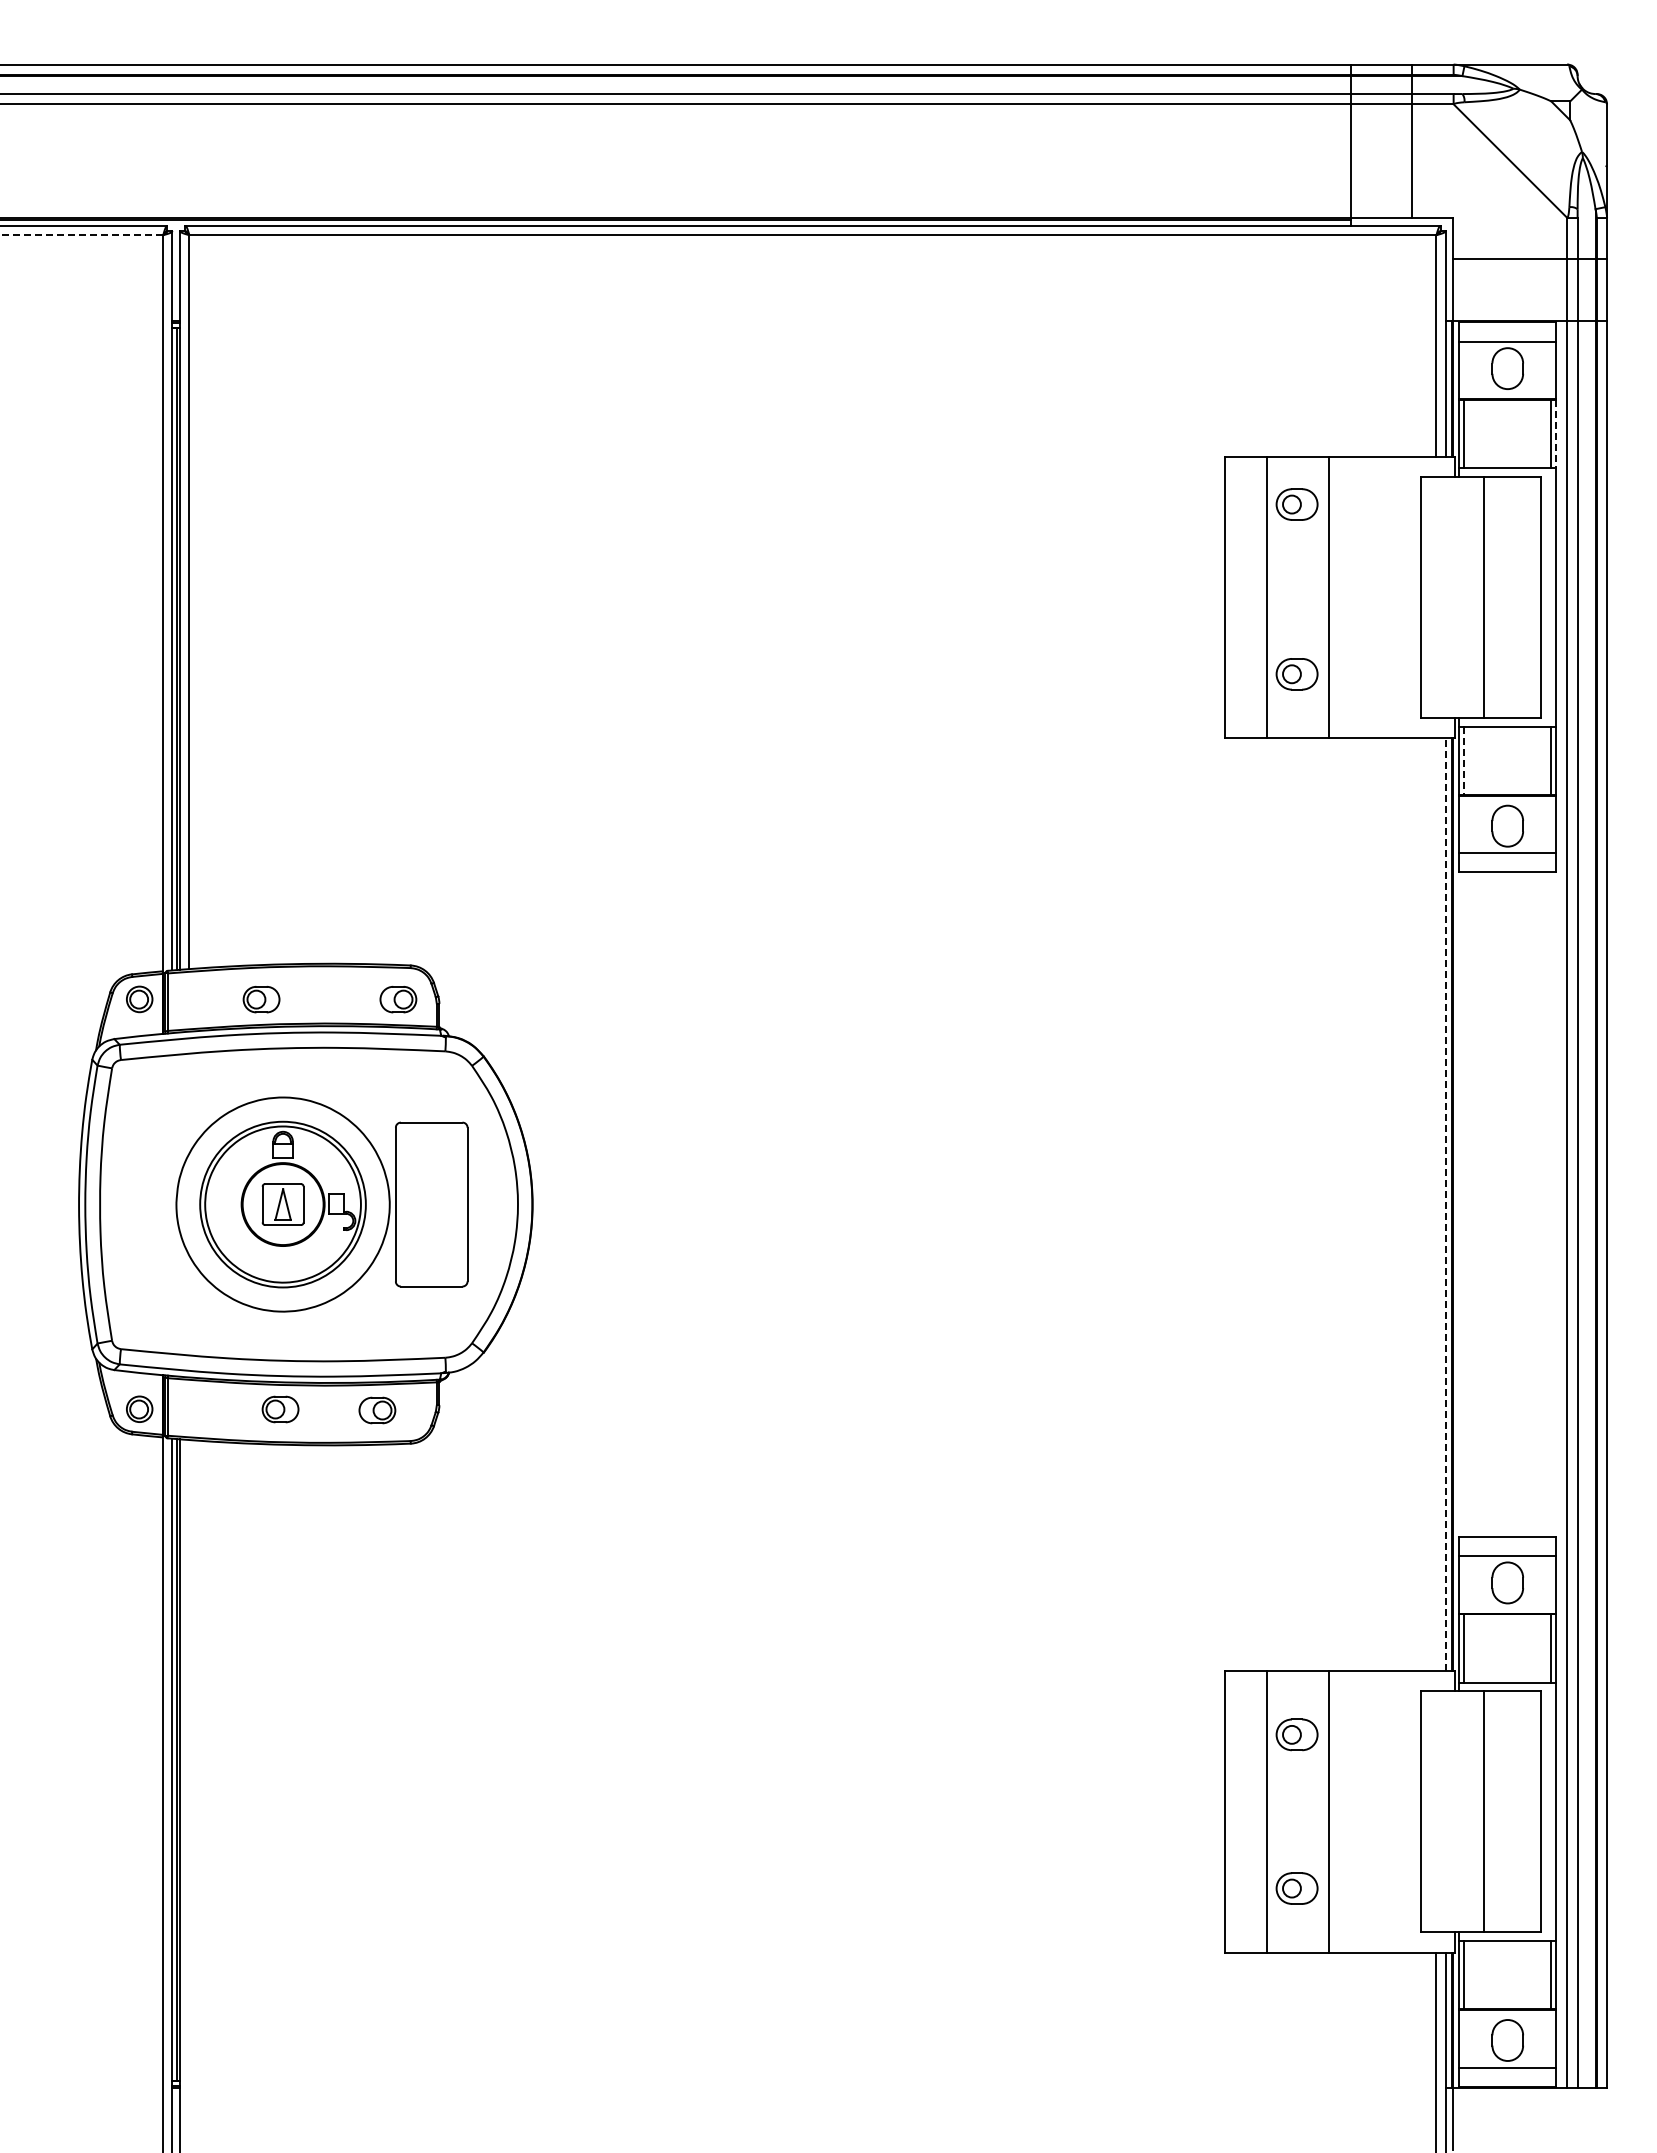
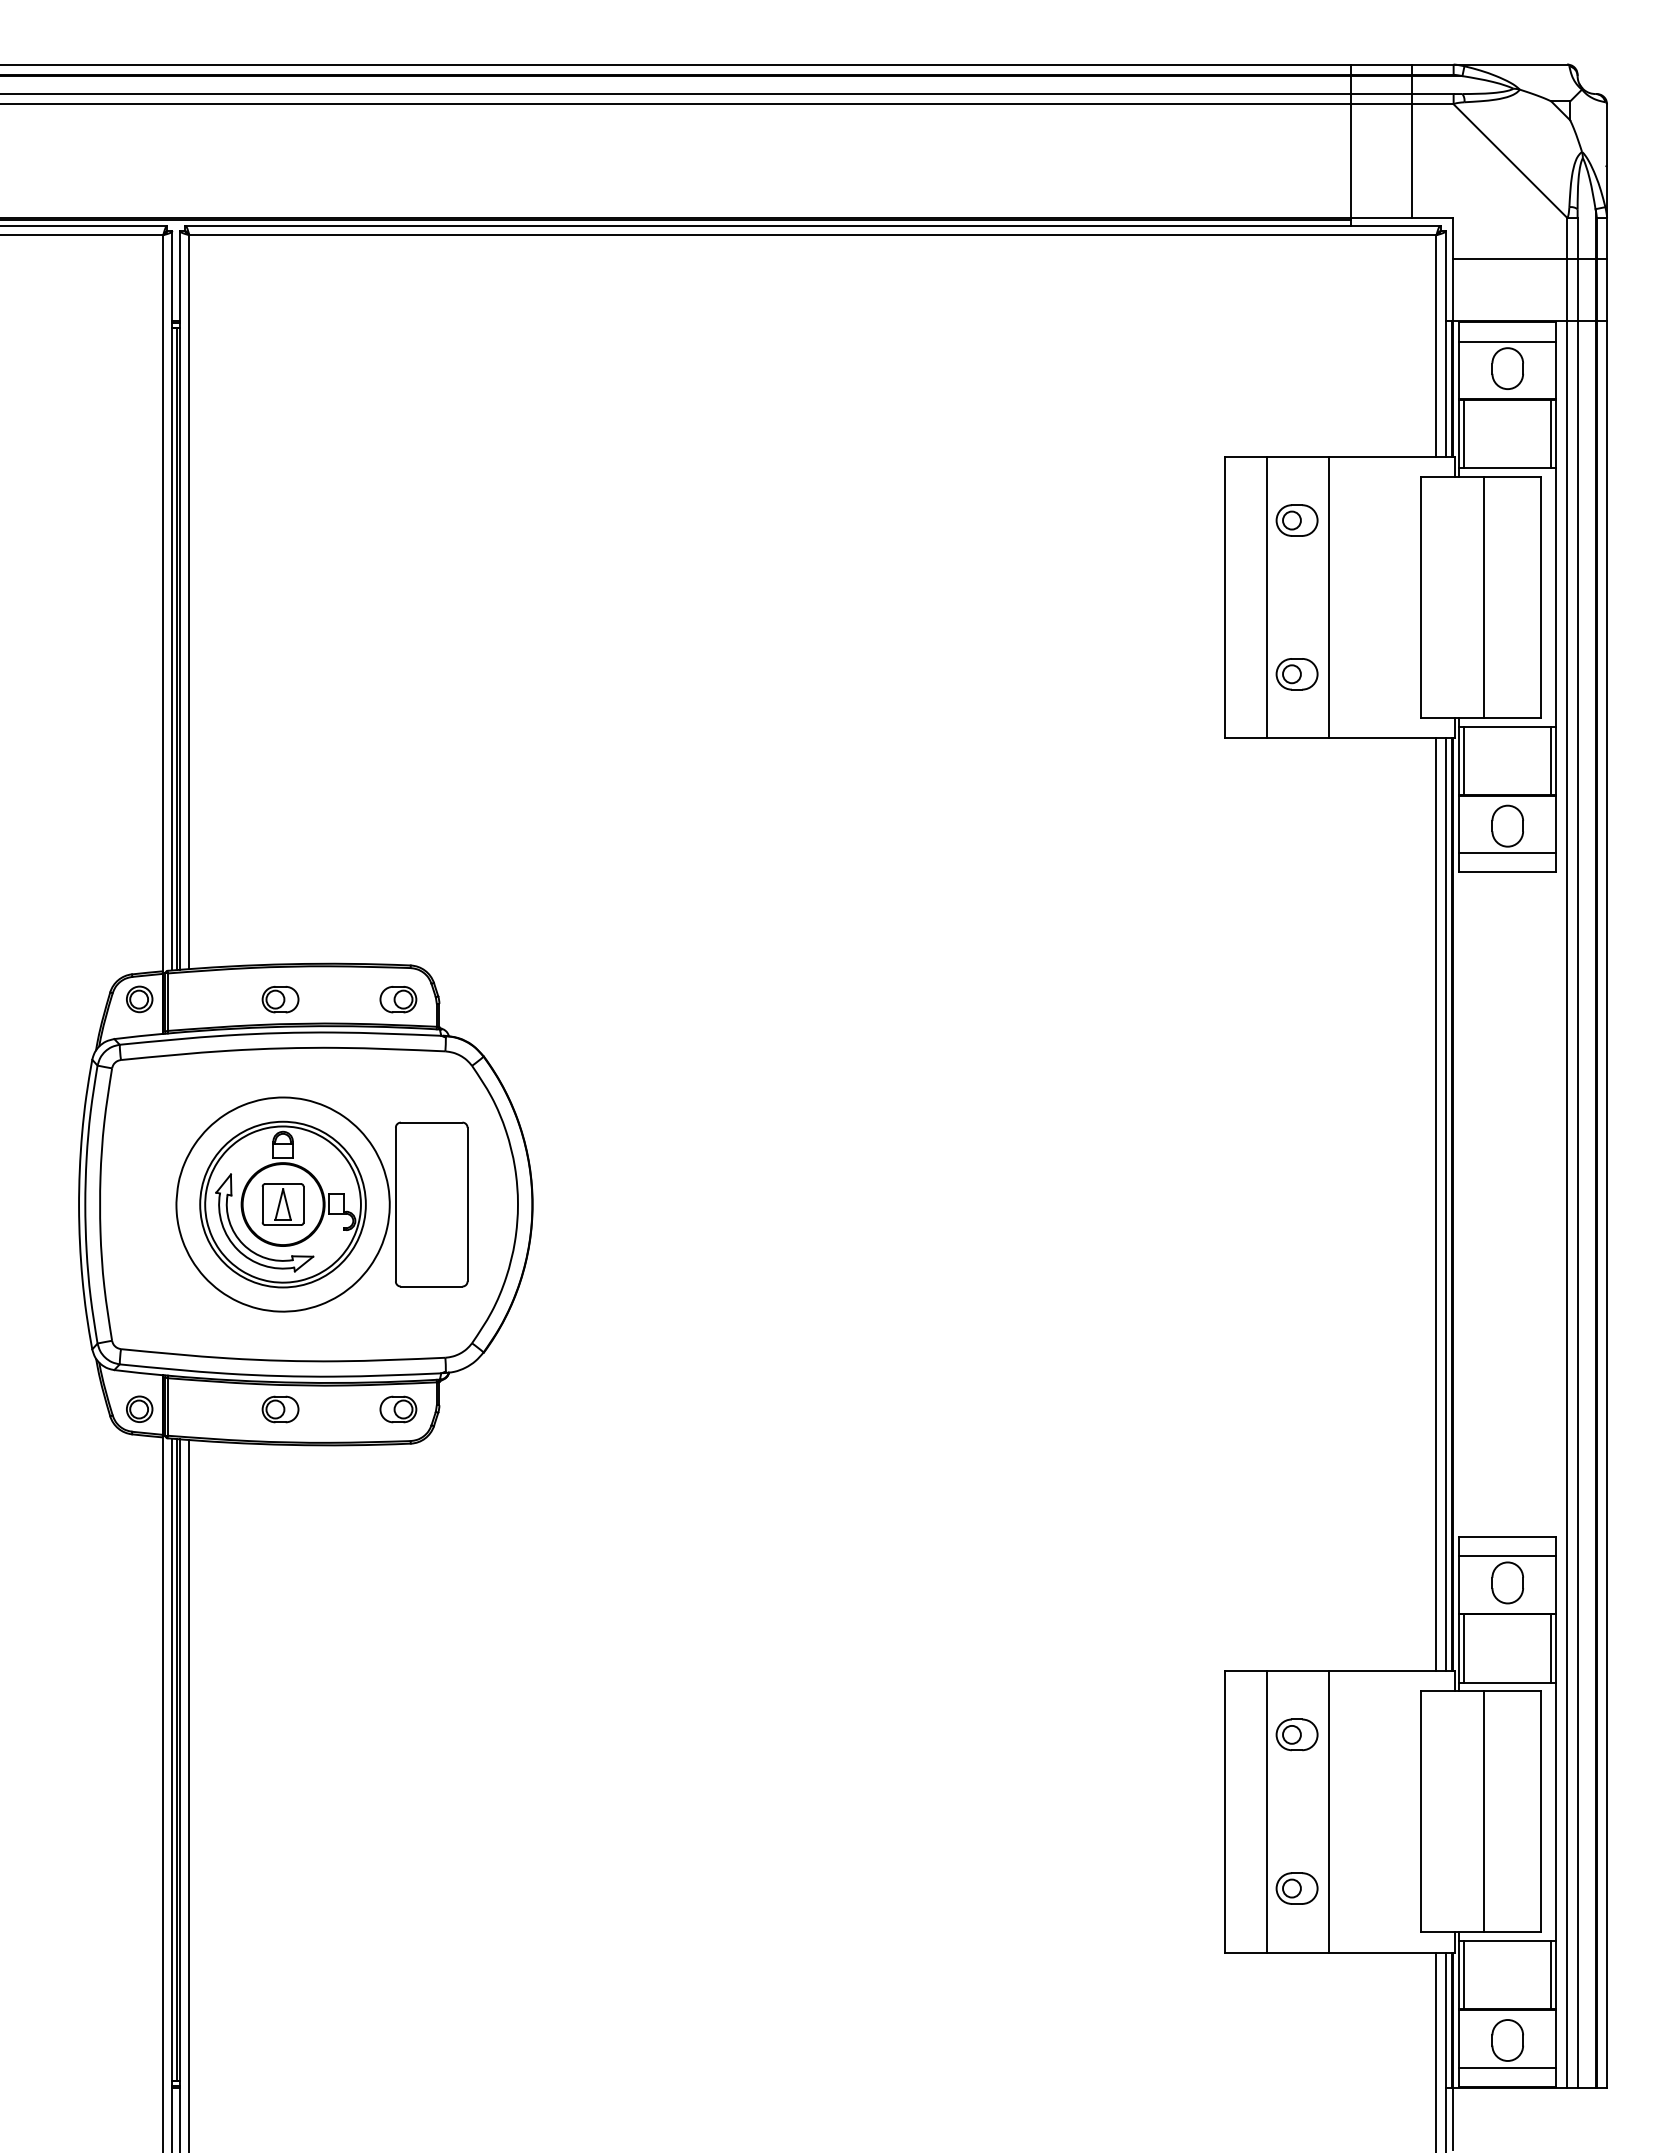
line at (81, 235): dashed -> solid
line at (1556, 434): dashed -> solid
part at (1296, 504) position: (1296, 504) -> (1296, 520)
line at (1464, 761): dashed -> solid
part at (261, 999) position: (261, 999) -> (280, 999)
line at (1436, 1204): none -> present
line at (1445, 1204): dashed -> solid
part at (240, 1239): none -> present
part at (377, 1410) position: (377, 1410) -> (398, 1409)
line at (189, 1794): none -> present
